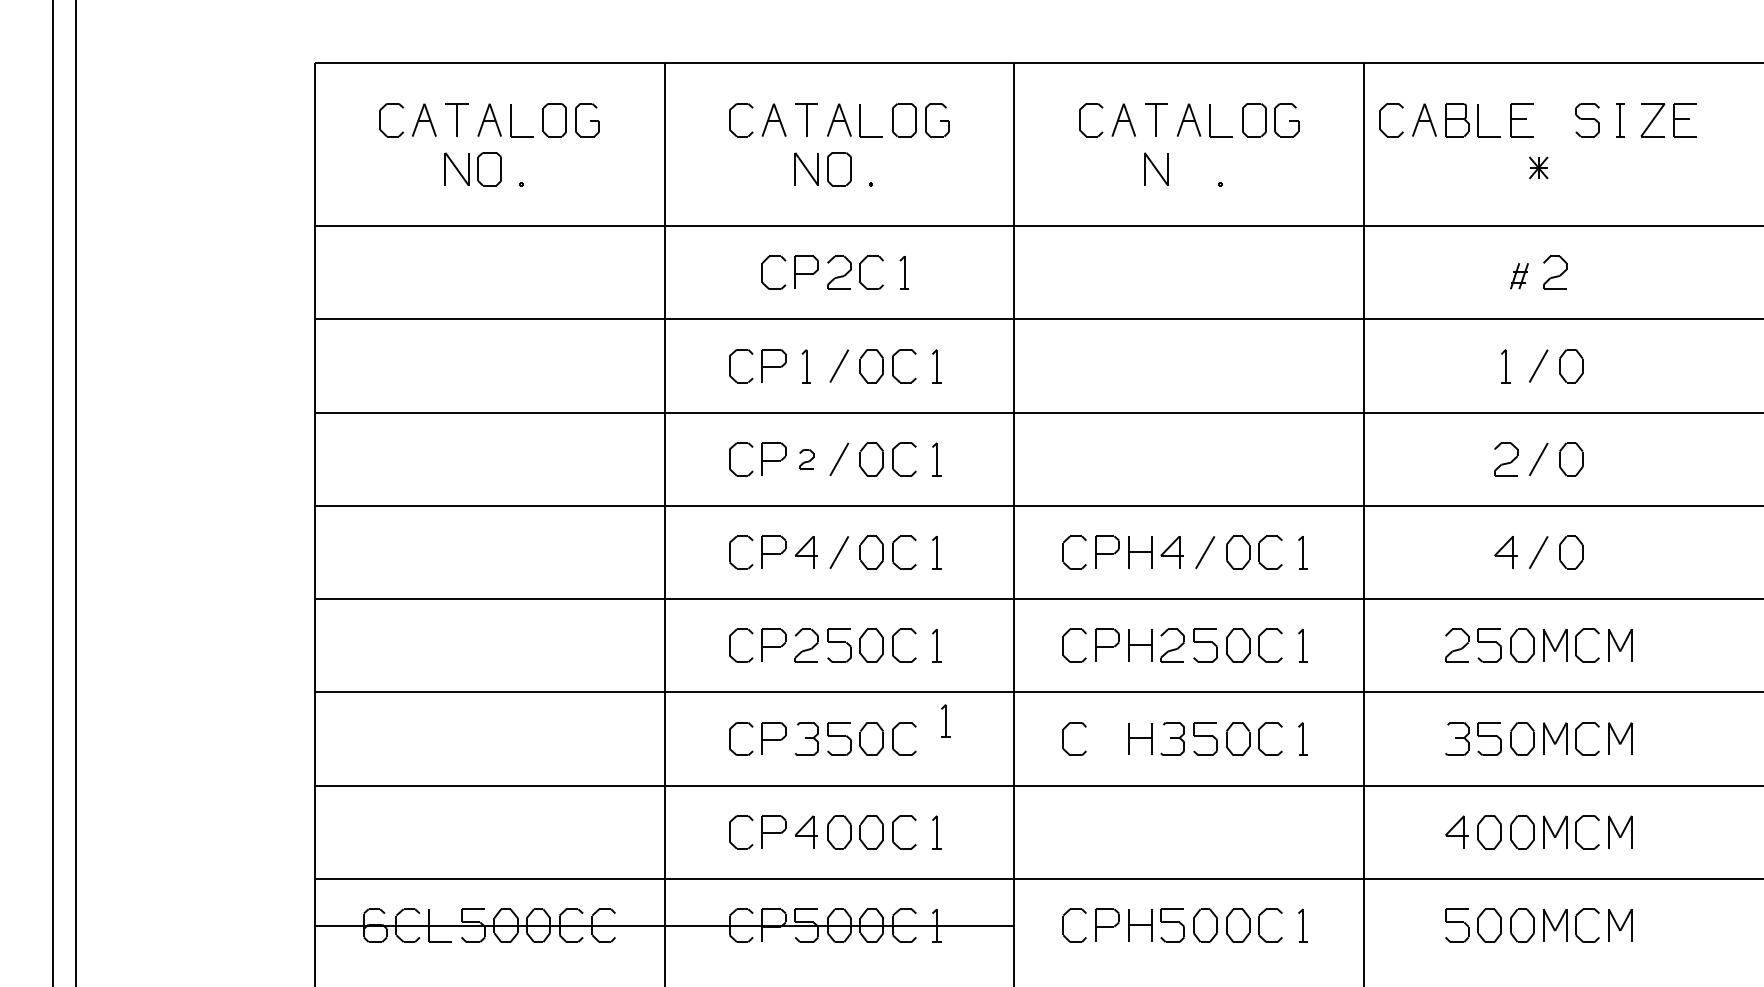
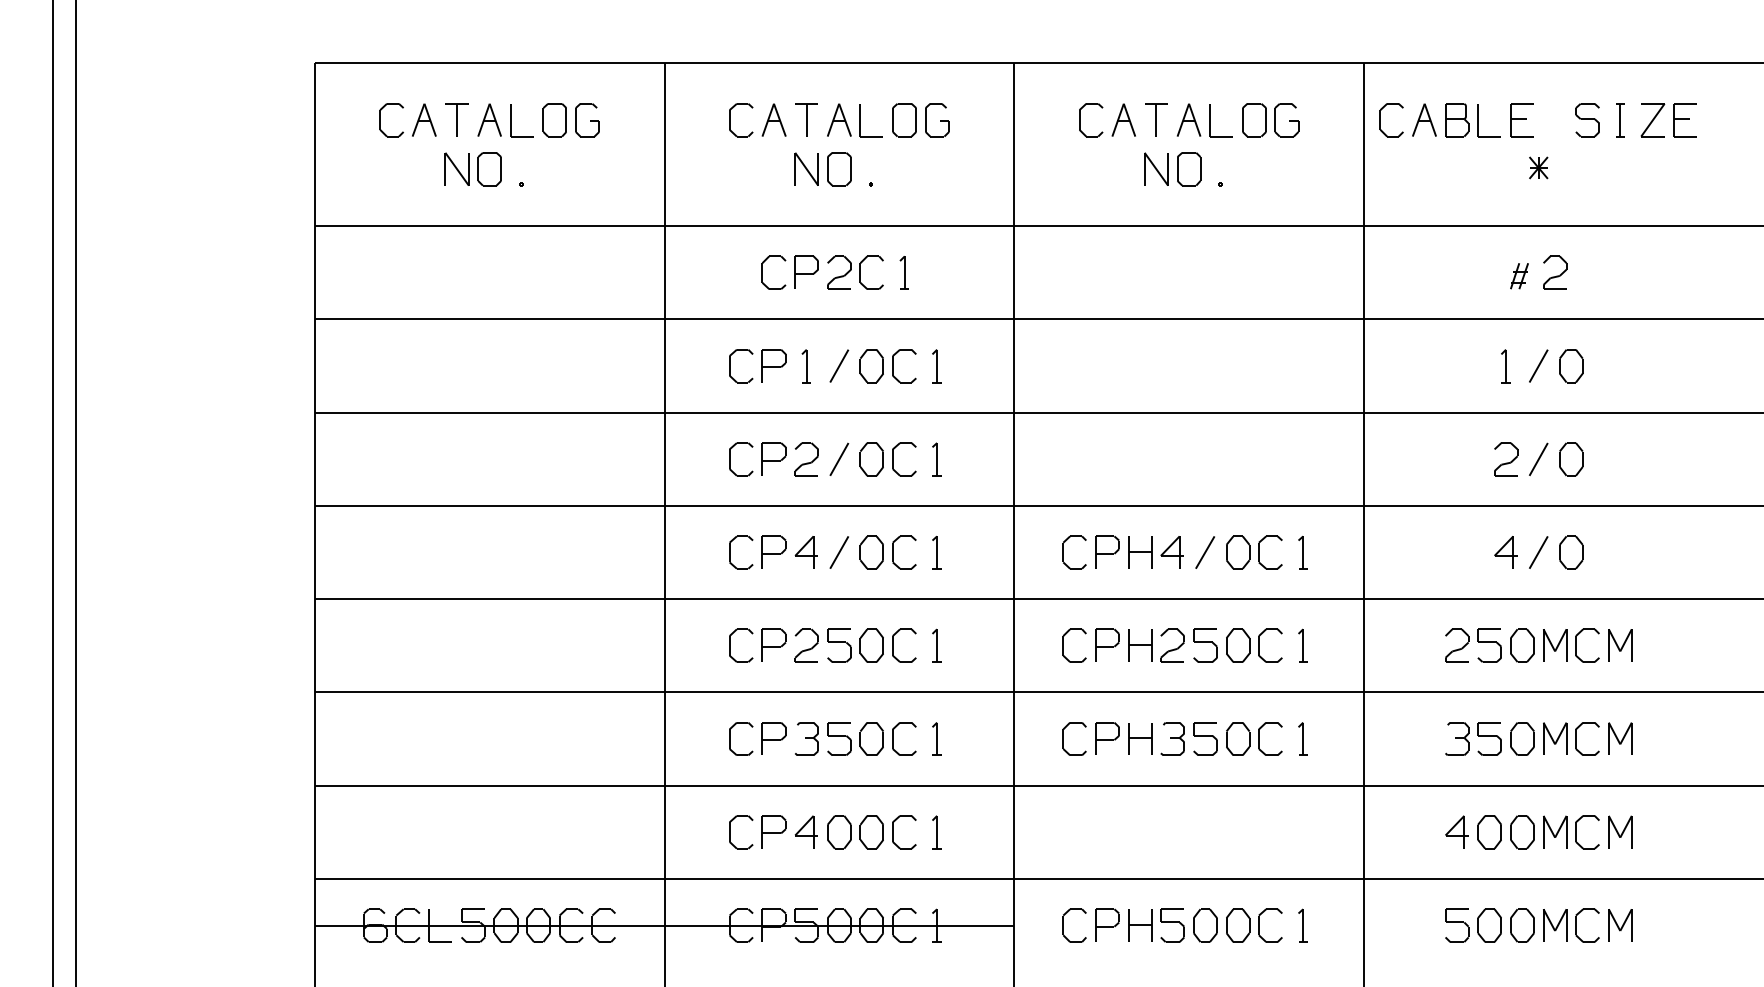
part at (1189, 169): none -> present
part at (806, 459) size: 16x21 px -> 25x35 px
part at (945, 720) position: (945, 720) -> (936, 738)
part at (1107, 738): none -> present
